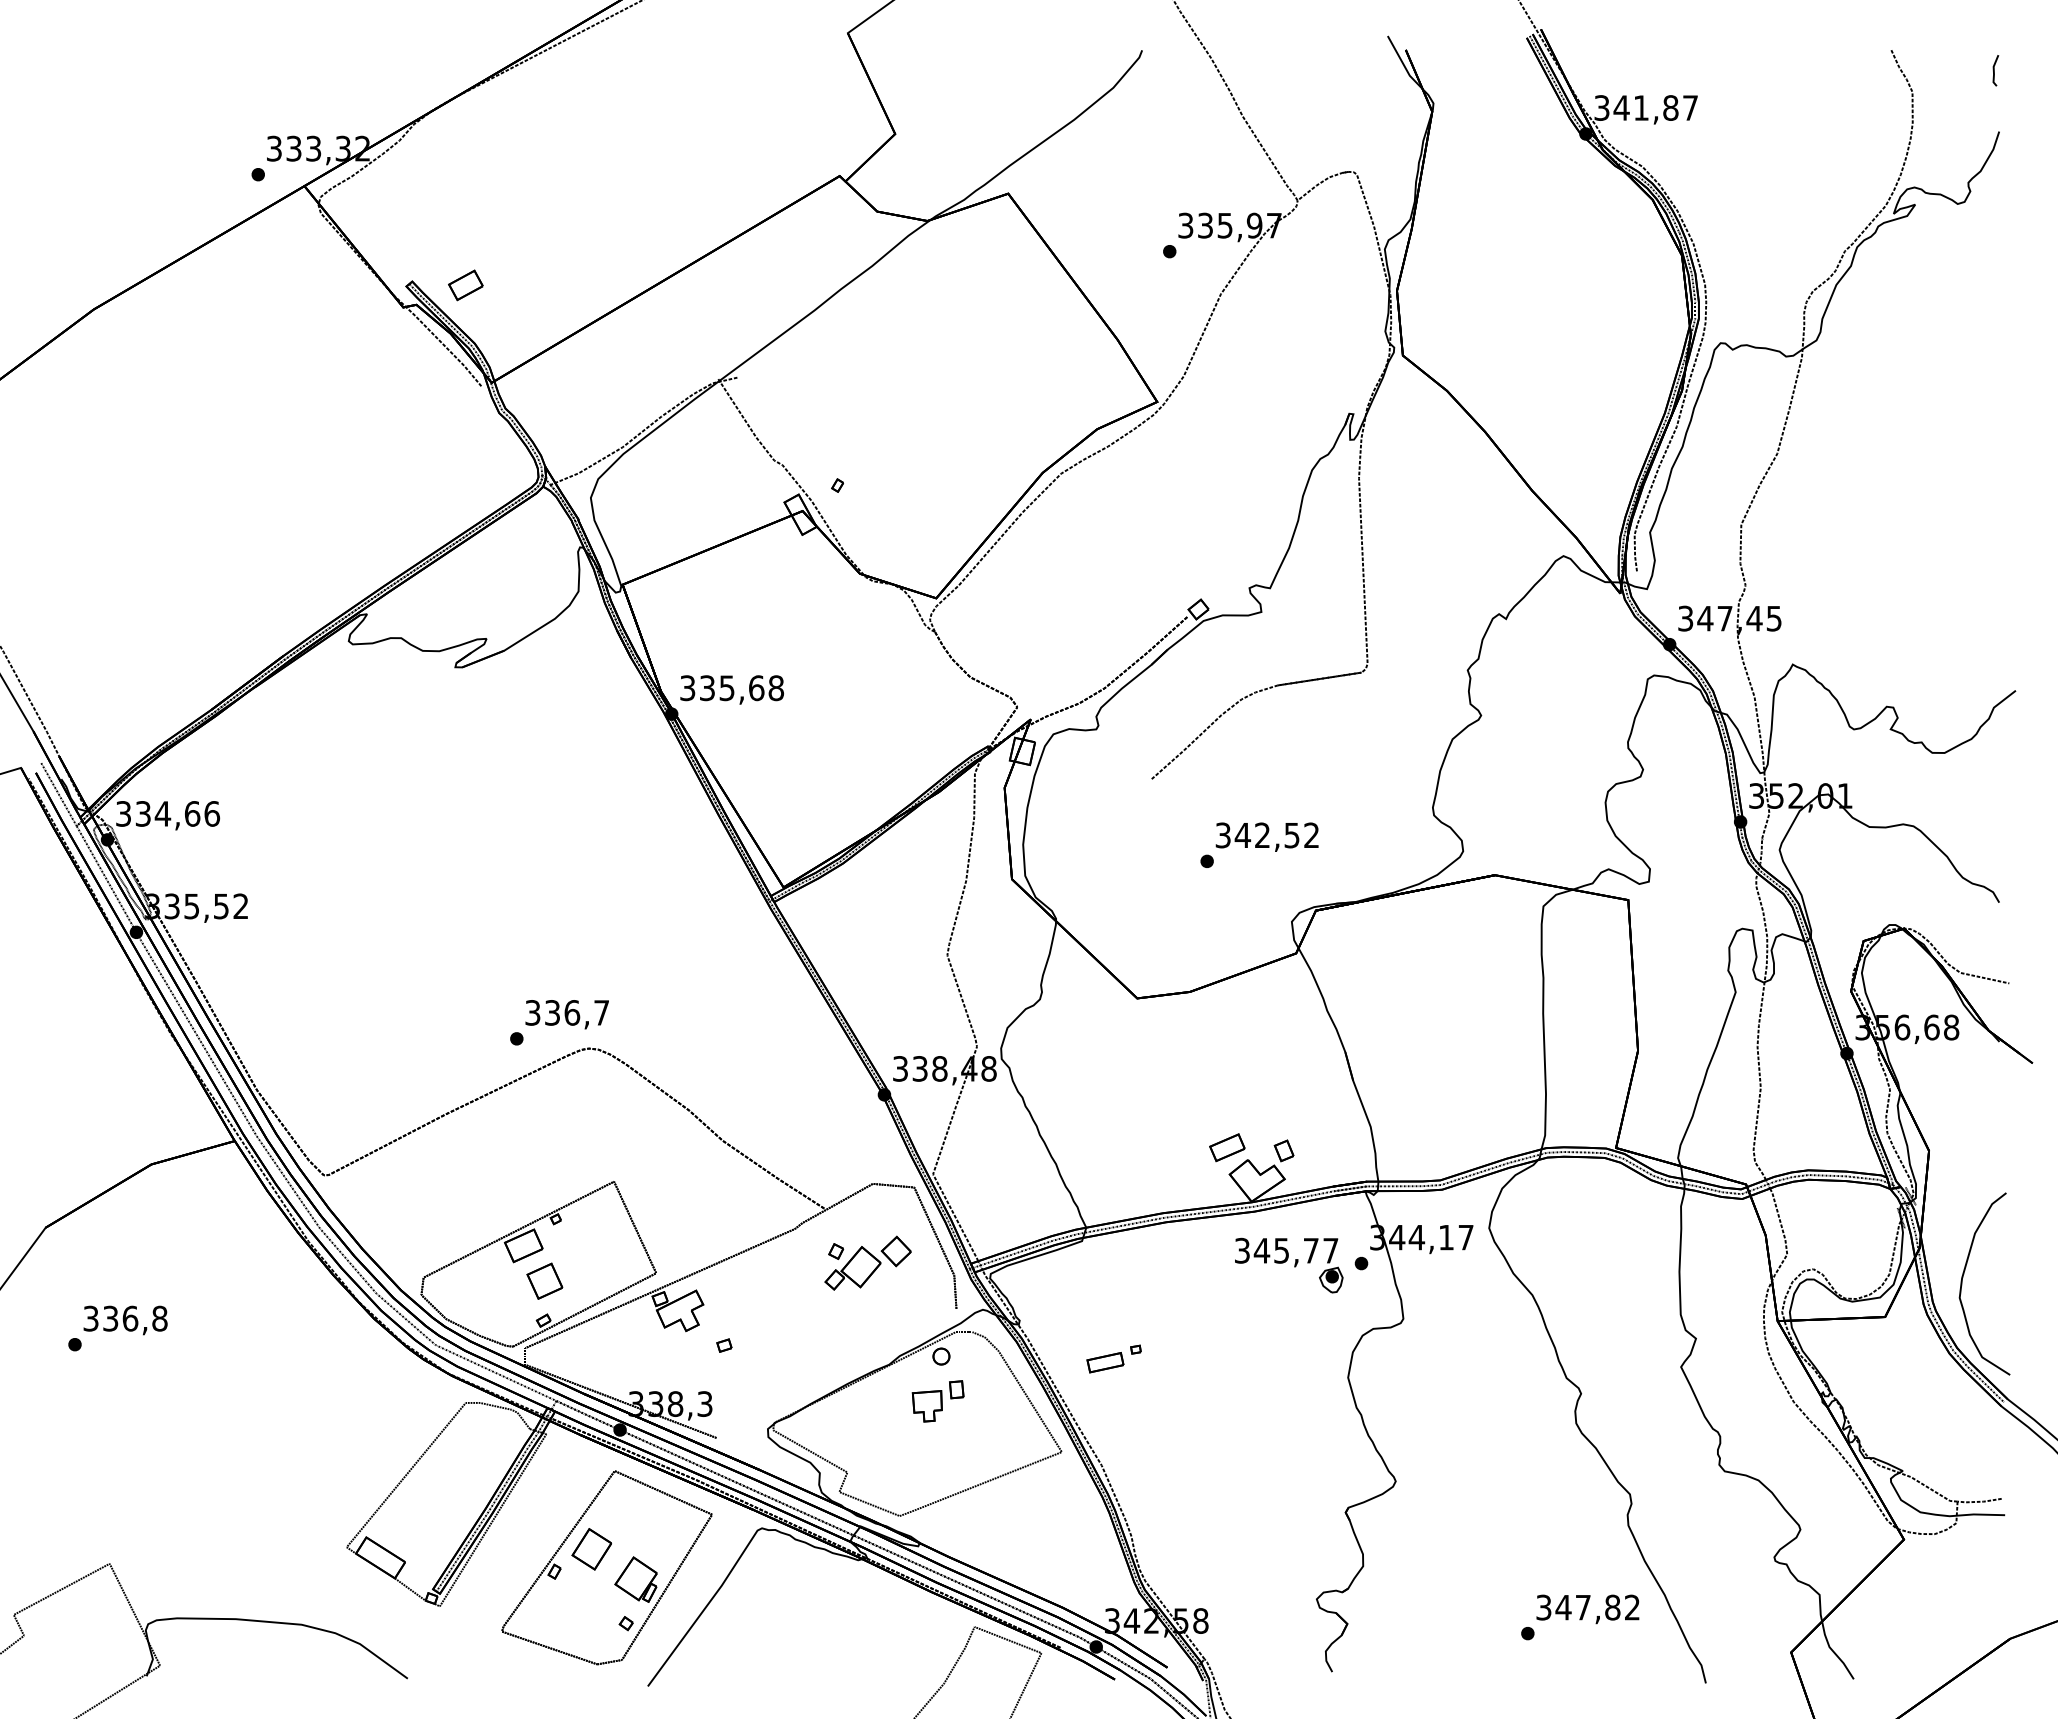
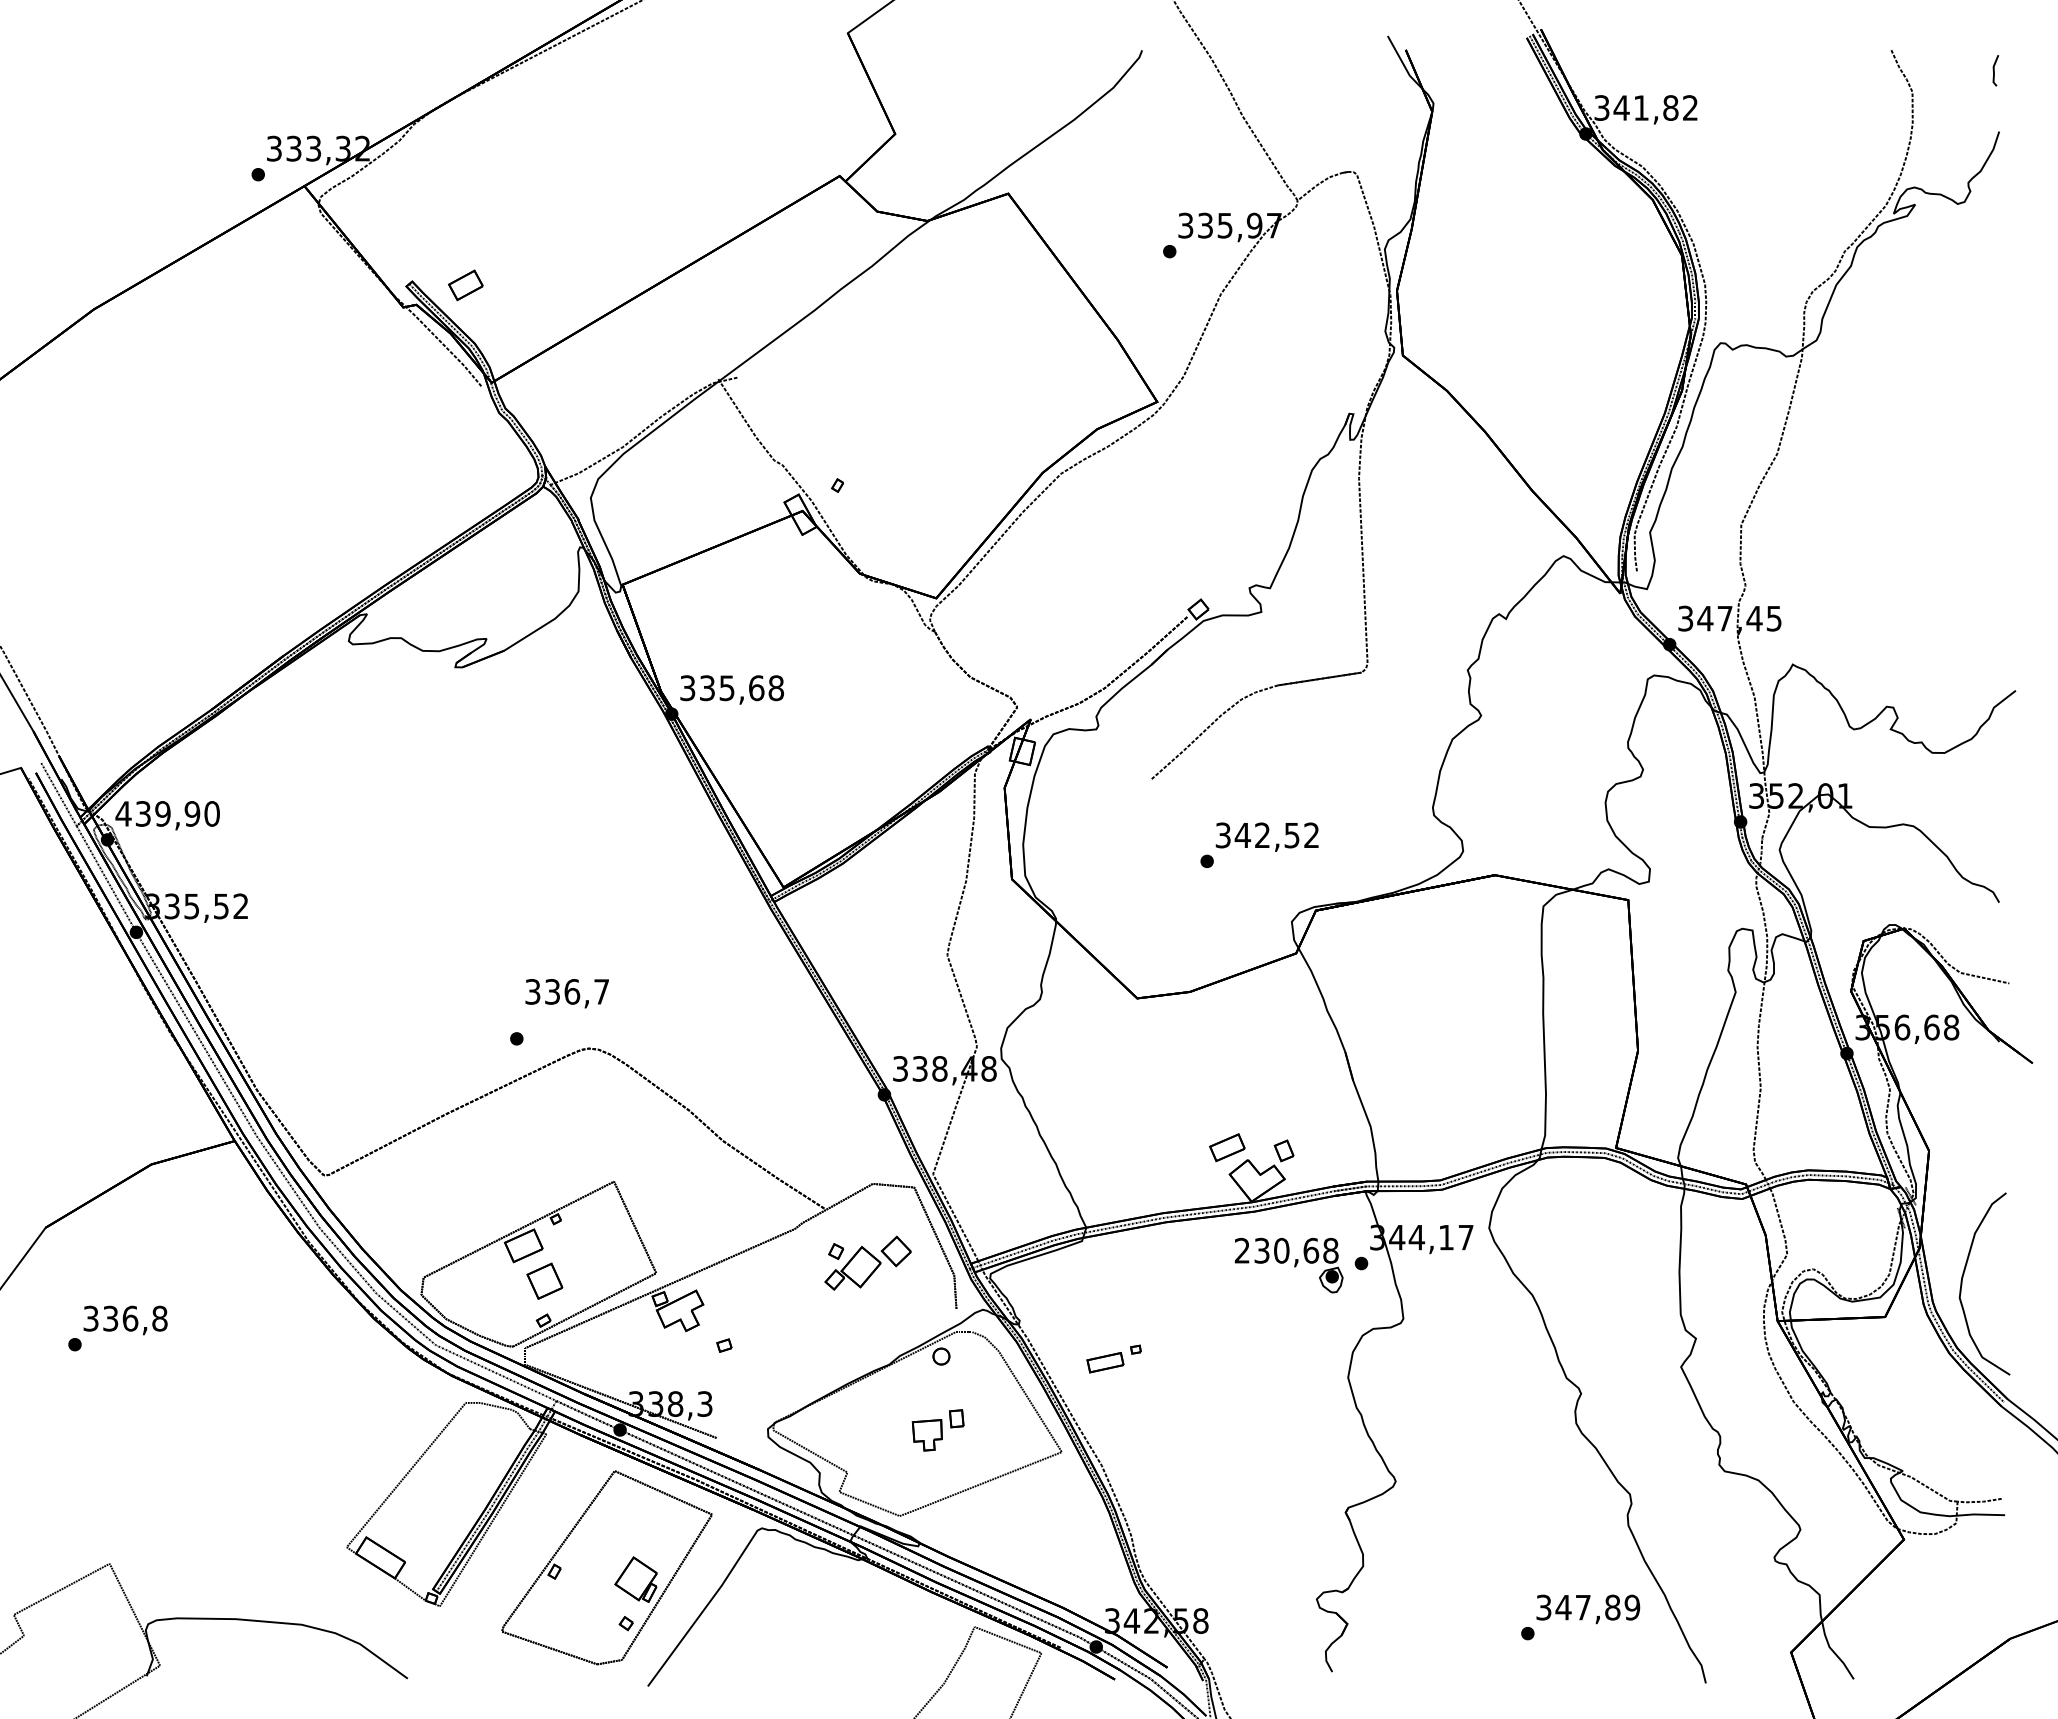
text at (1690, 107): 341,87 -> 341,82
text at (167, 813): 334,66 -> 439,90
text at (566, 1014) position: (566, 1014) -> (566, 993)
text at (1286, 1250): 345,77 -> 230,68
part at (937, 1401) position: (937, 1401) -> (937, 1430)
part at (591, 1549): present -> none
text at (1632, 1607): 347,82 -> 347,89
